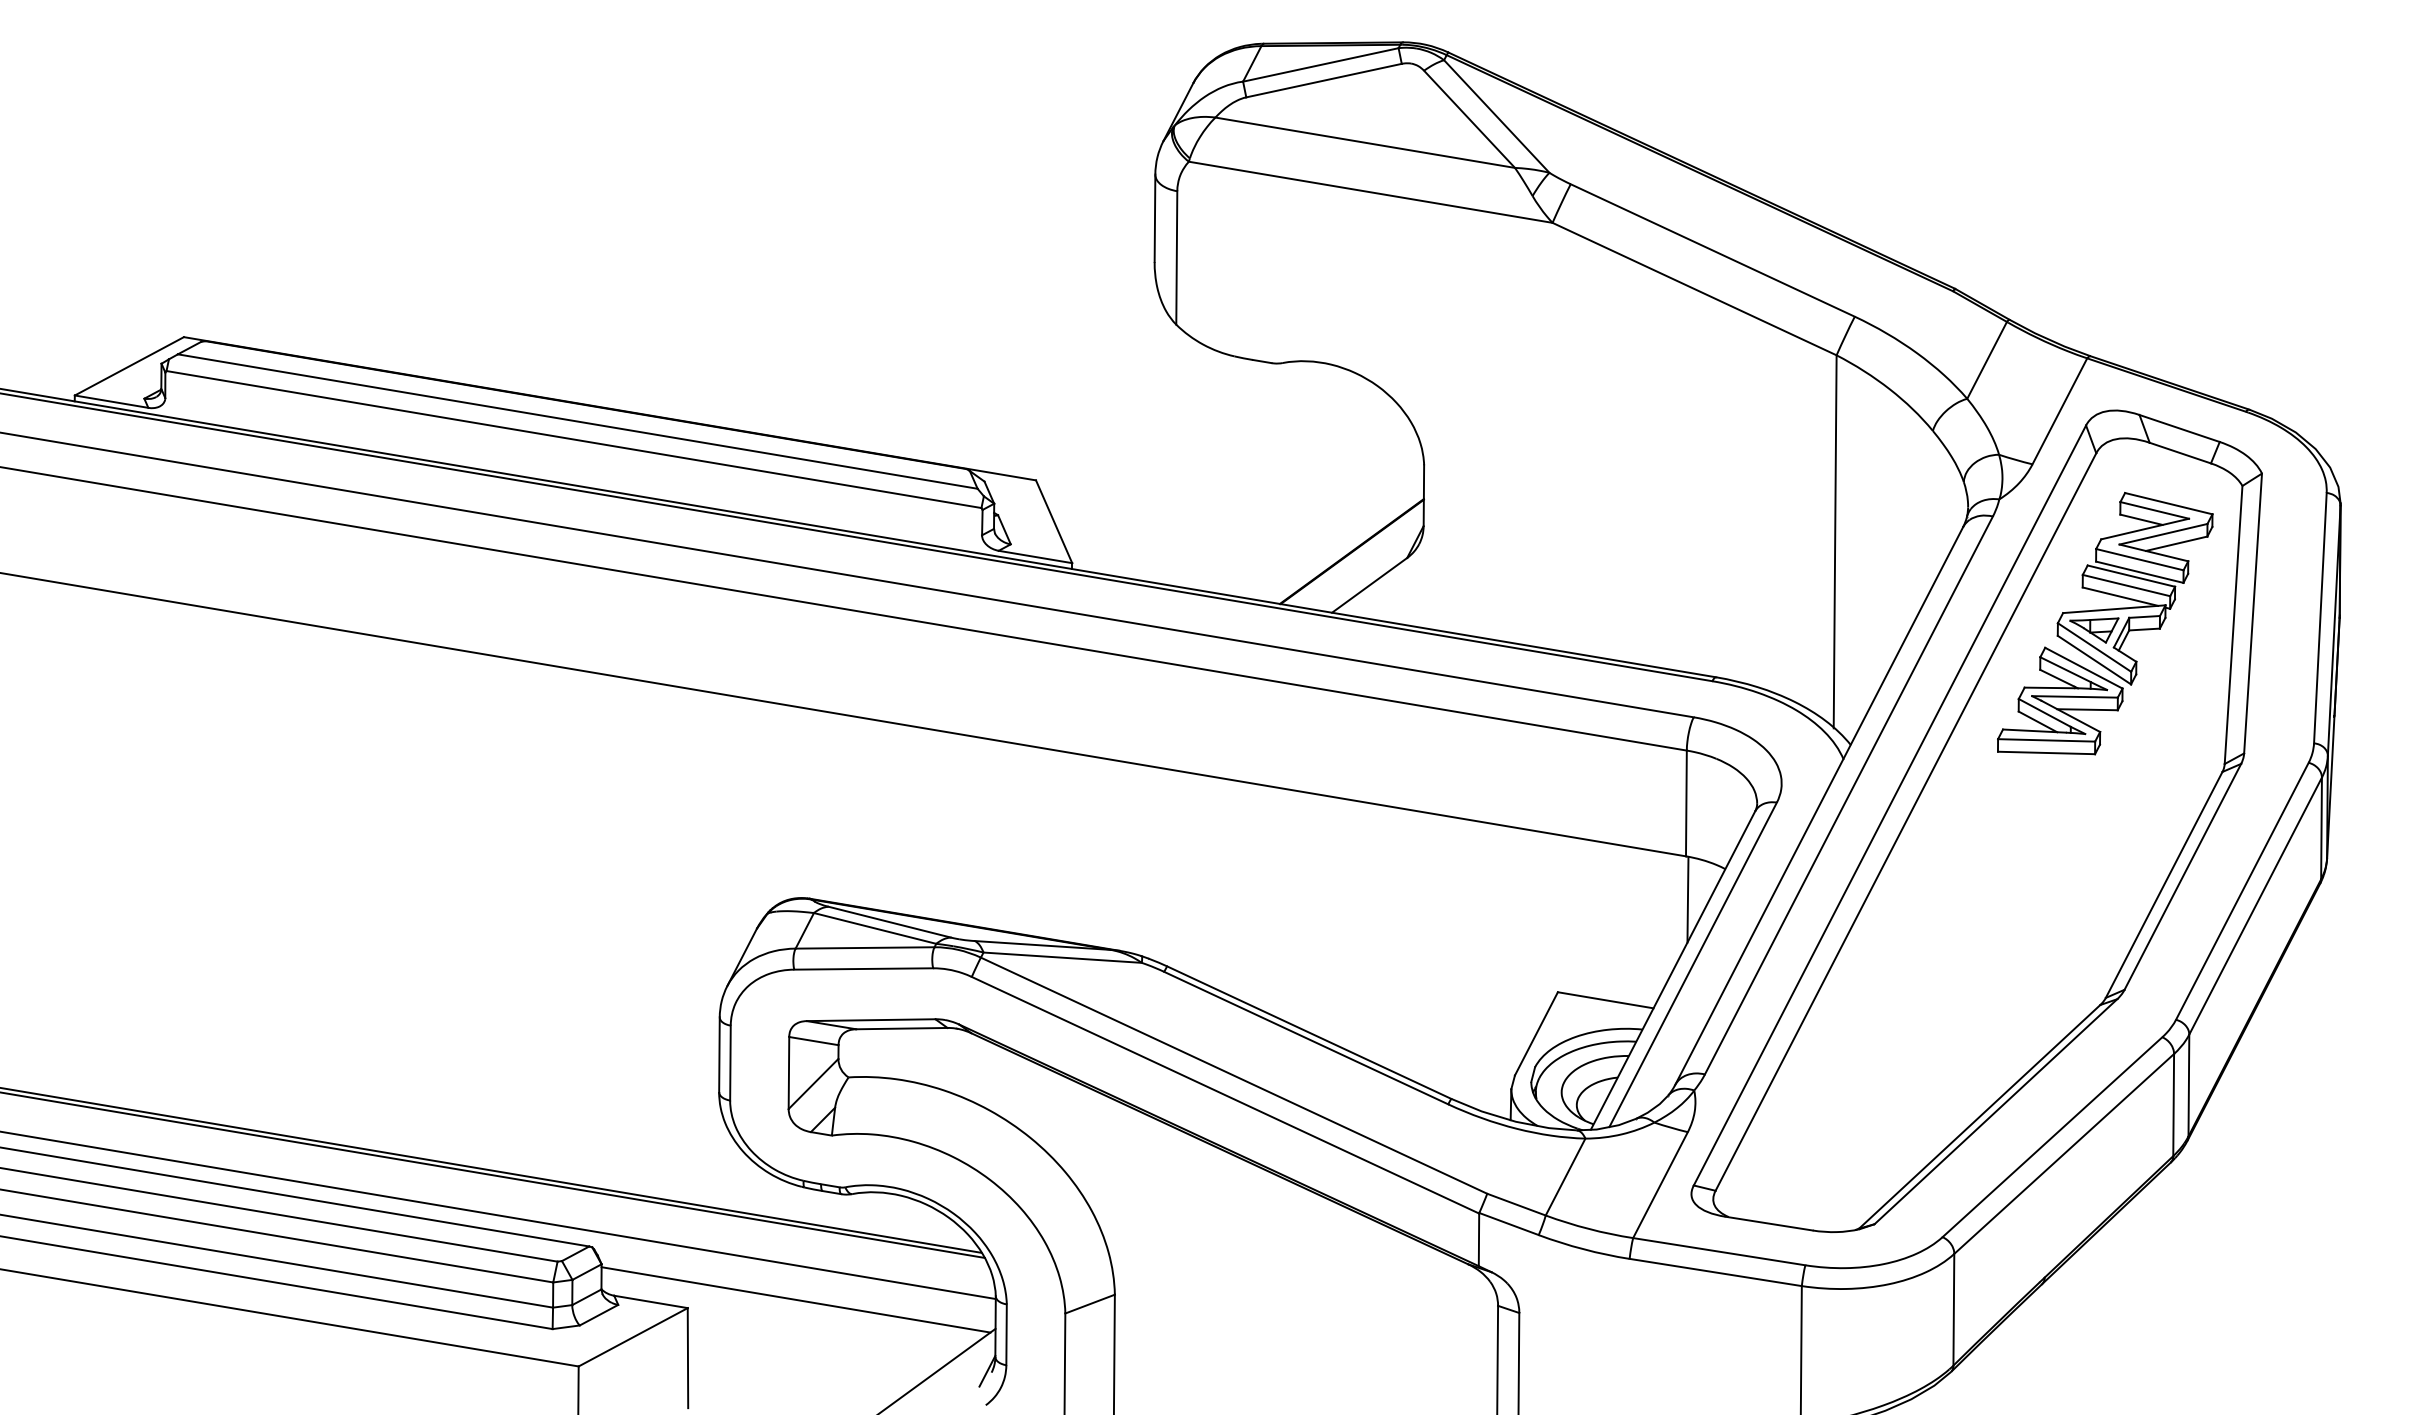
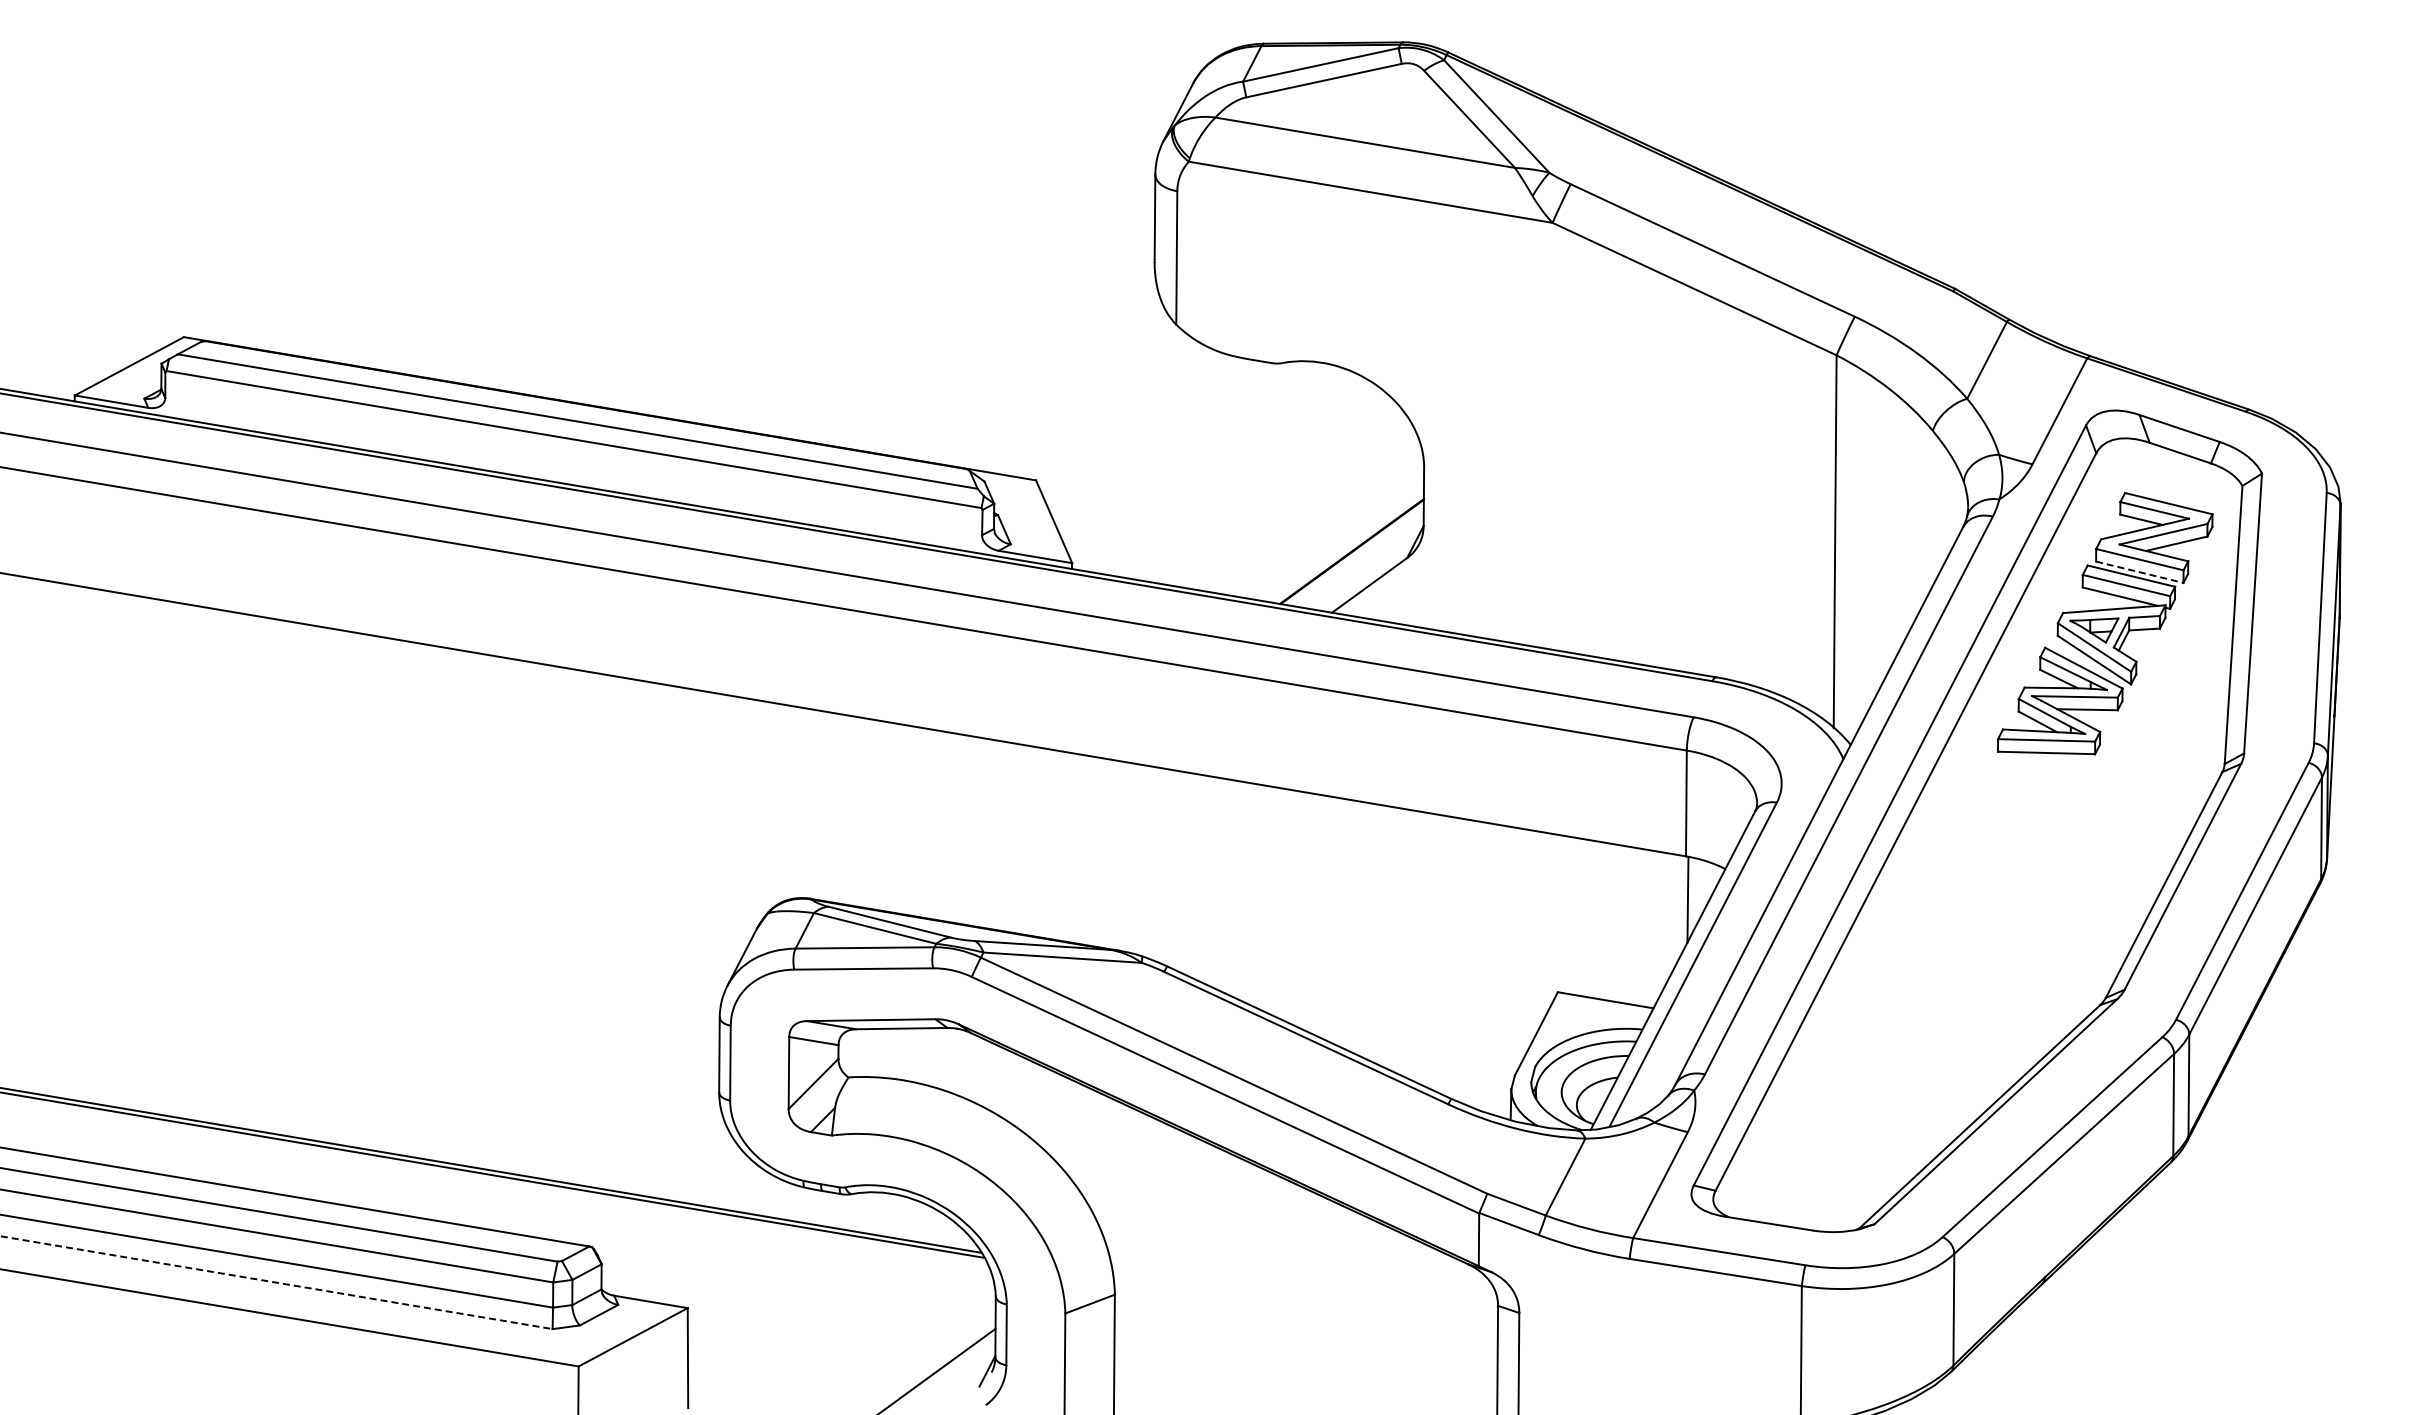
line at (2139, 572): solid -> dashed
line at (498, 1215): present -> none
line at (276, 1282): solid -> dashed
line at (795, 1299): present -> none
